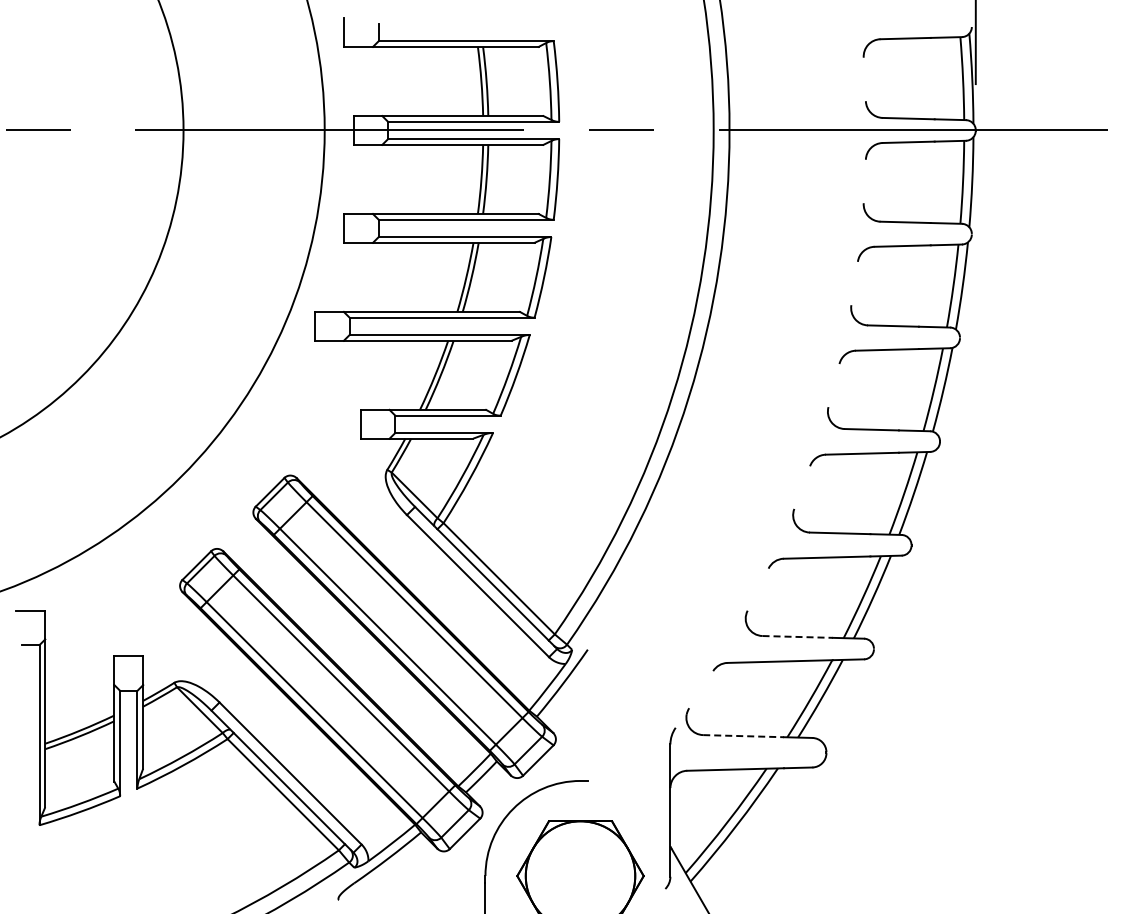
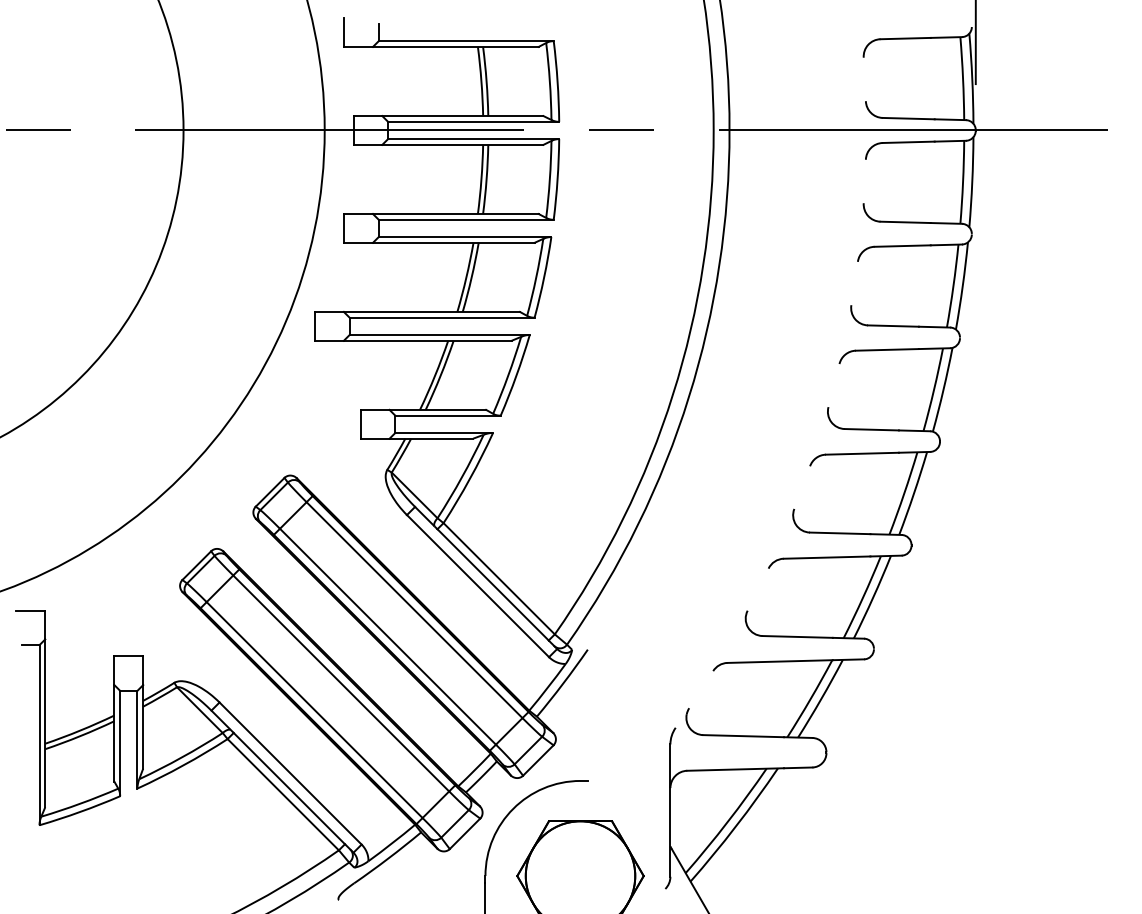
line at (798, 636): dashed -> solid
line at (744, 736): dashed -> solid
